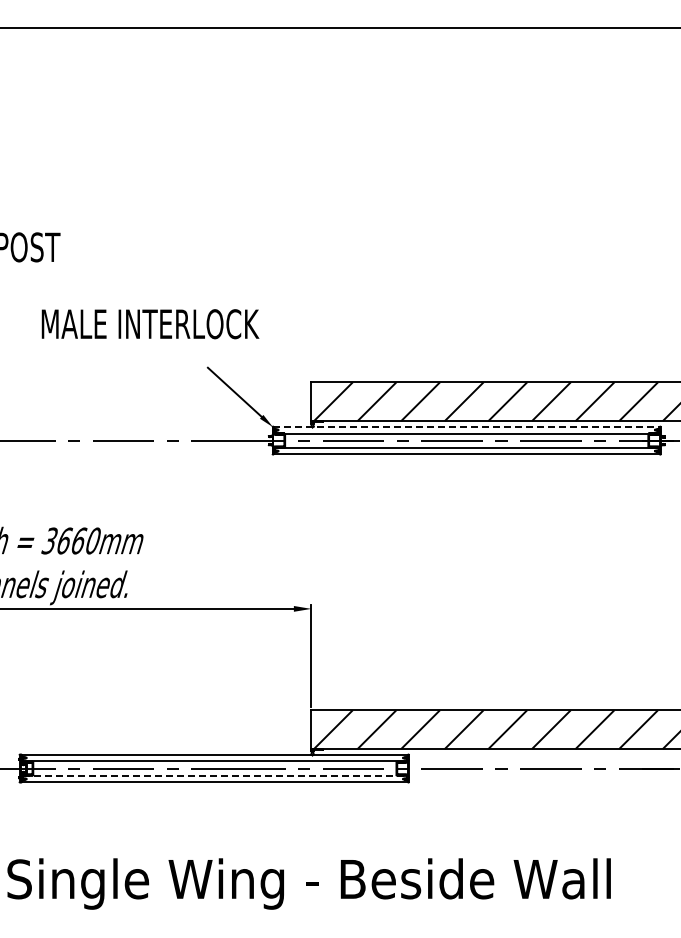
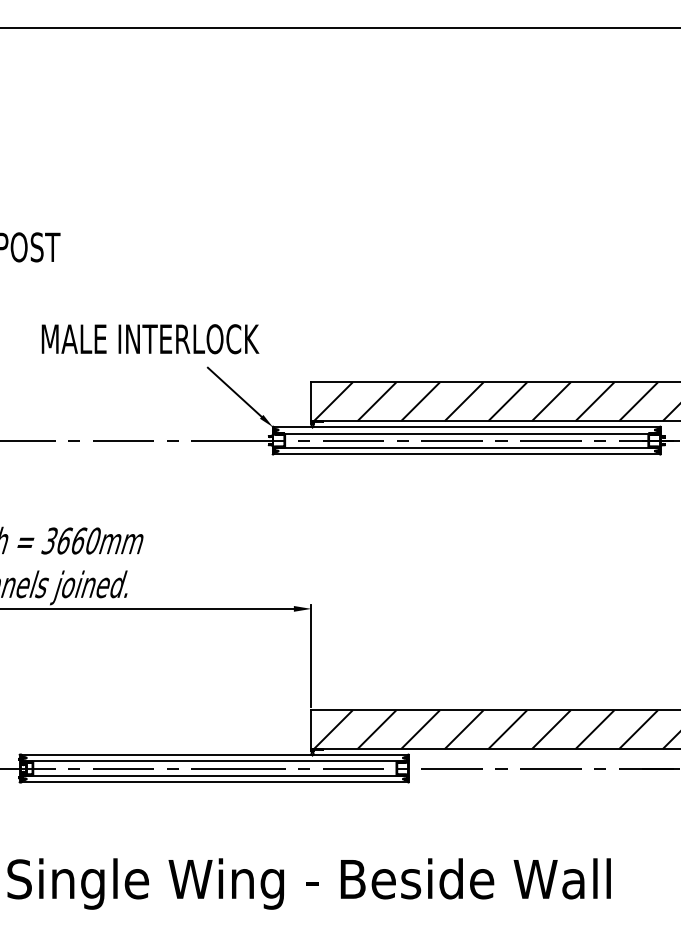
text at (150, 324) position: (150, 324) -> (150, 339)
line at (466, 427): dashed -> solid
line at (215, 775): dashed -> solid
